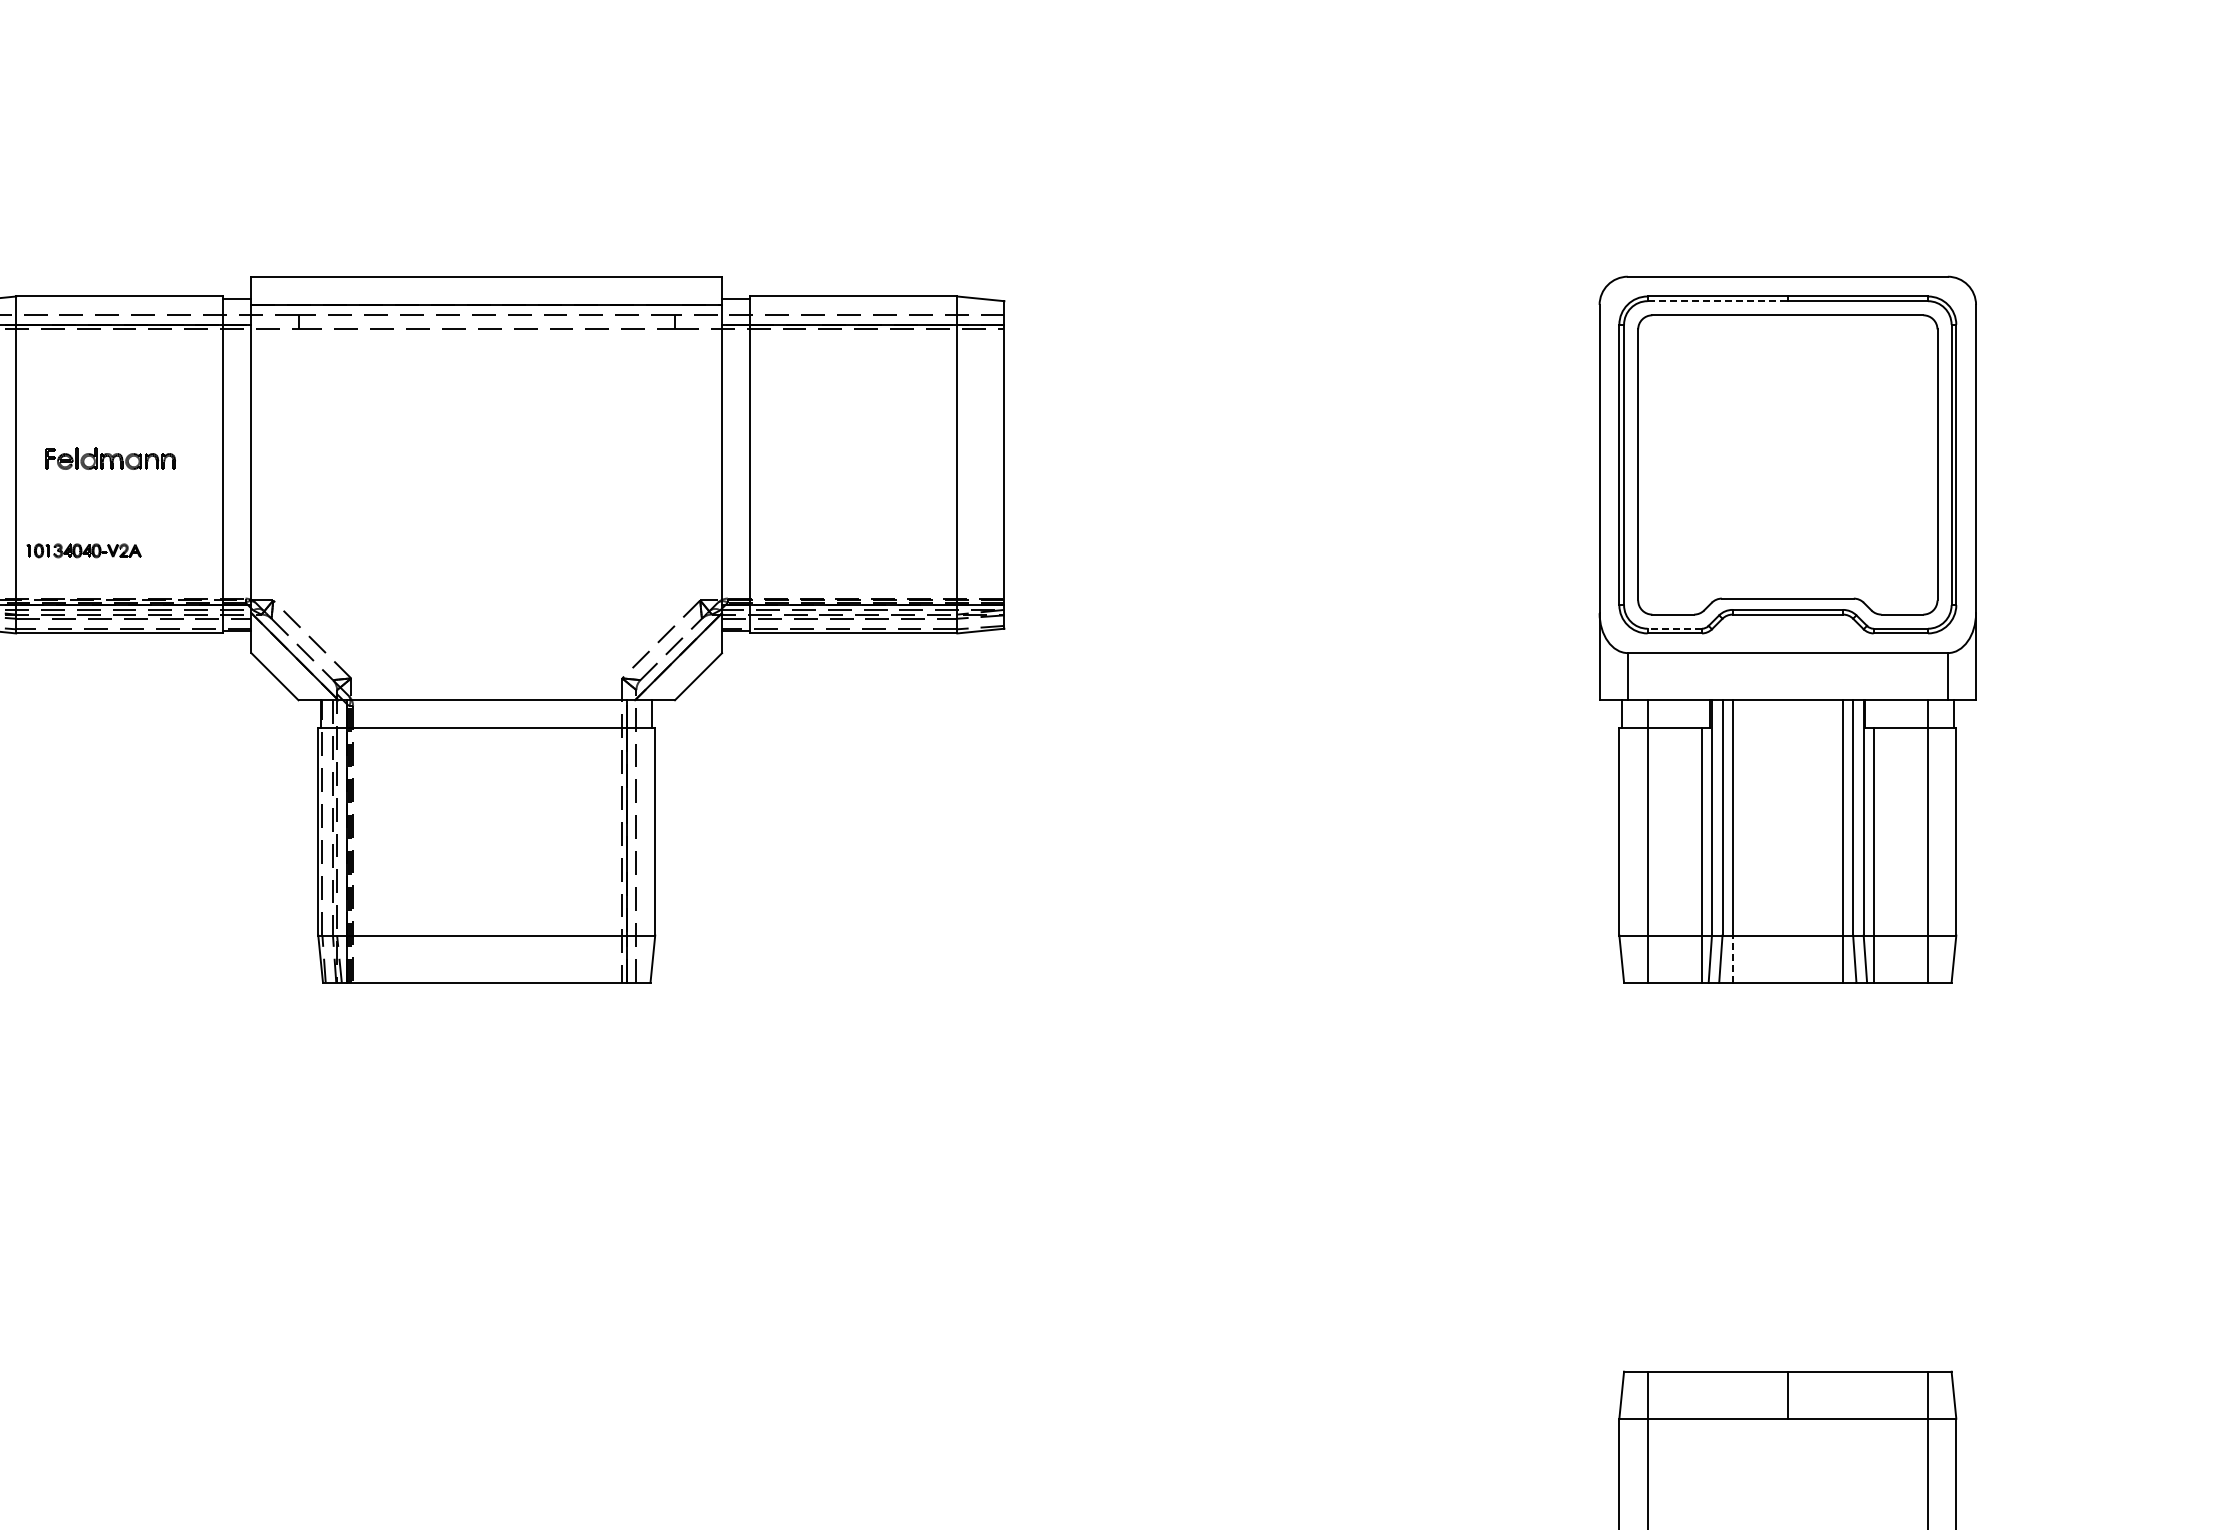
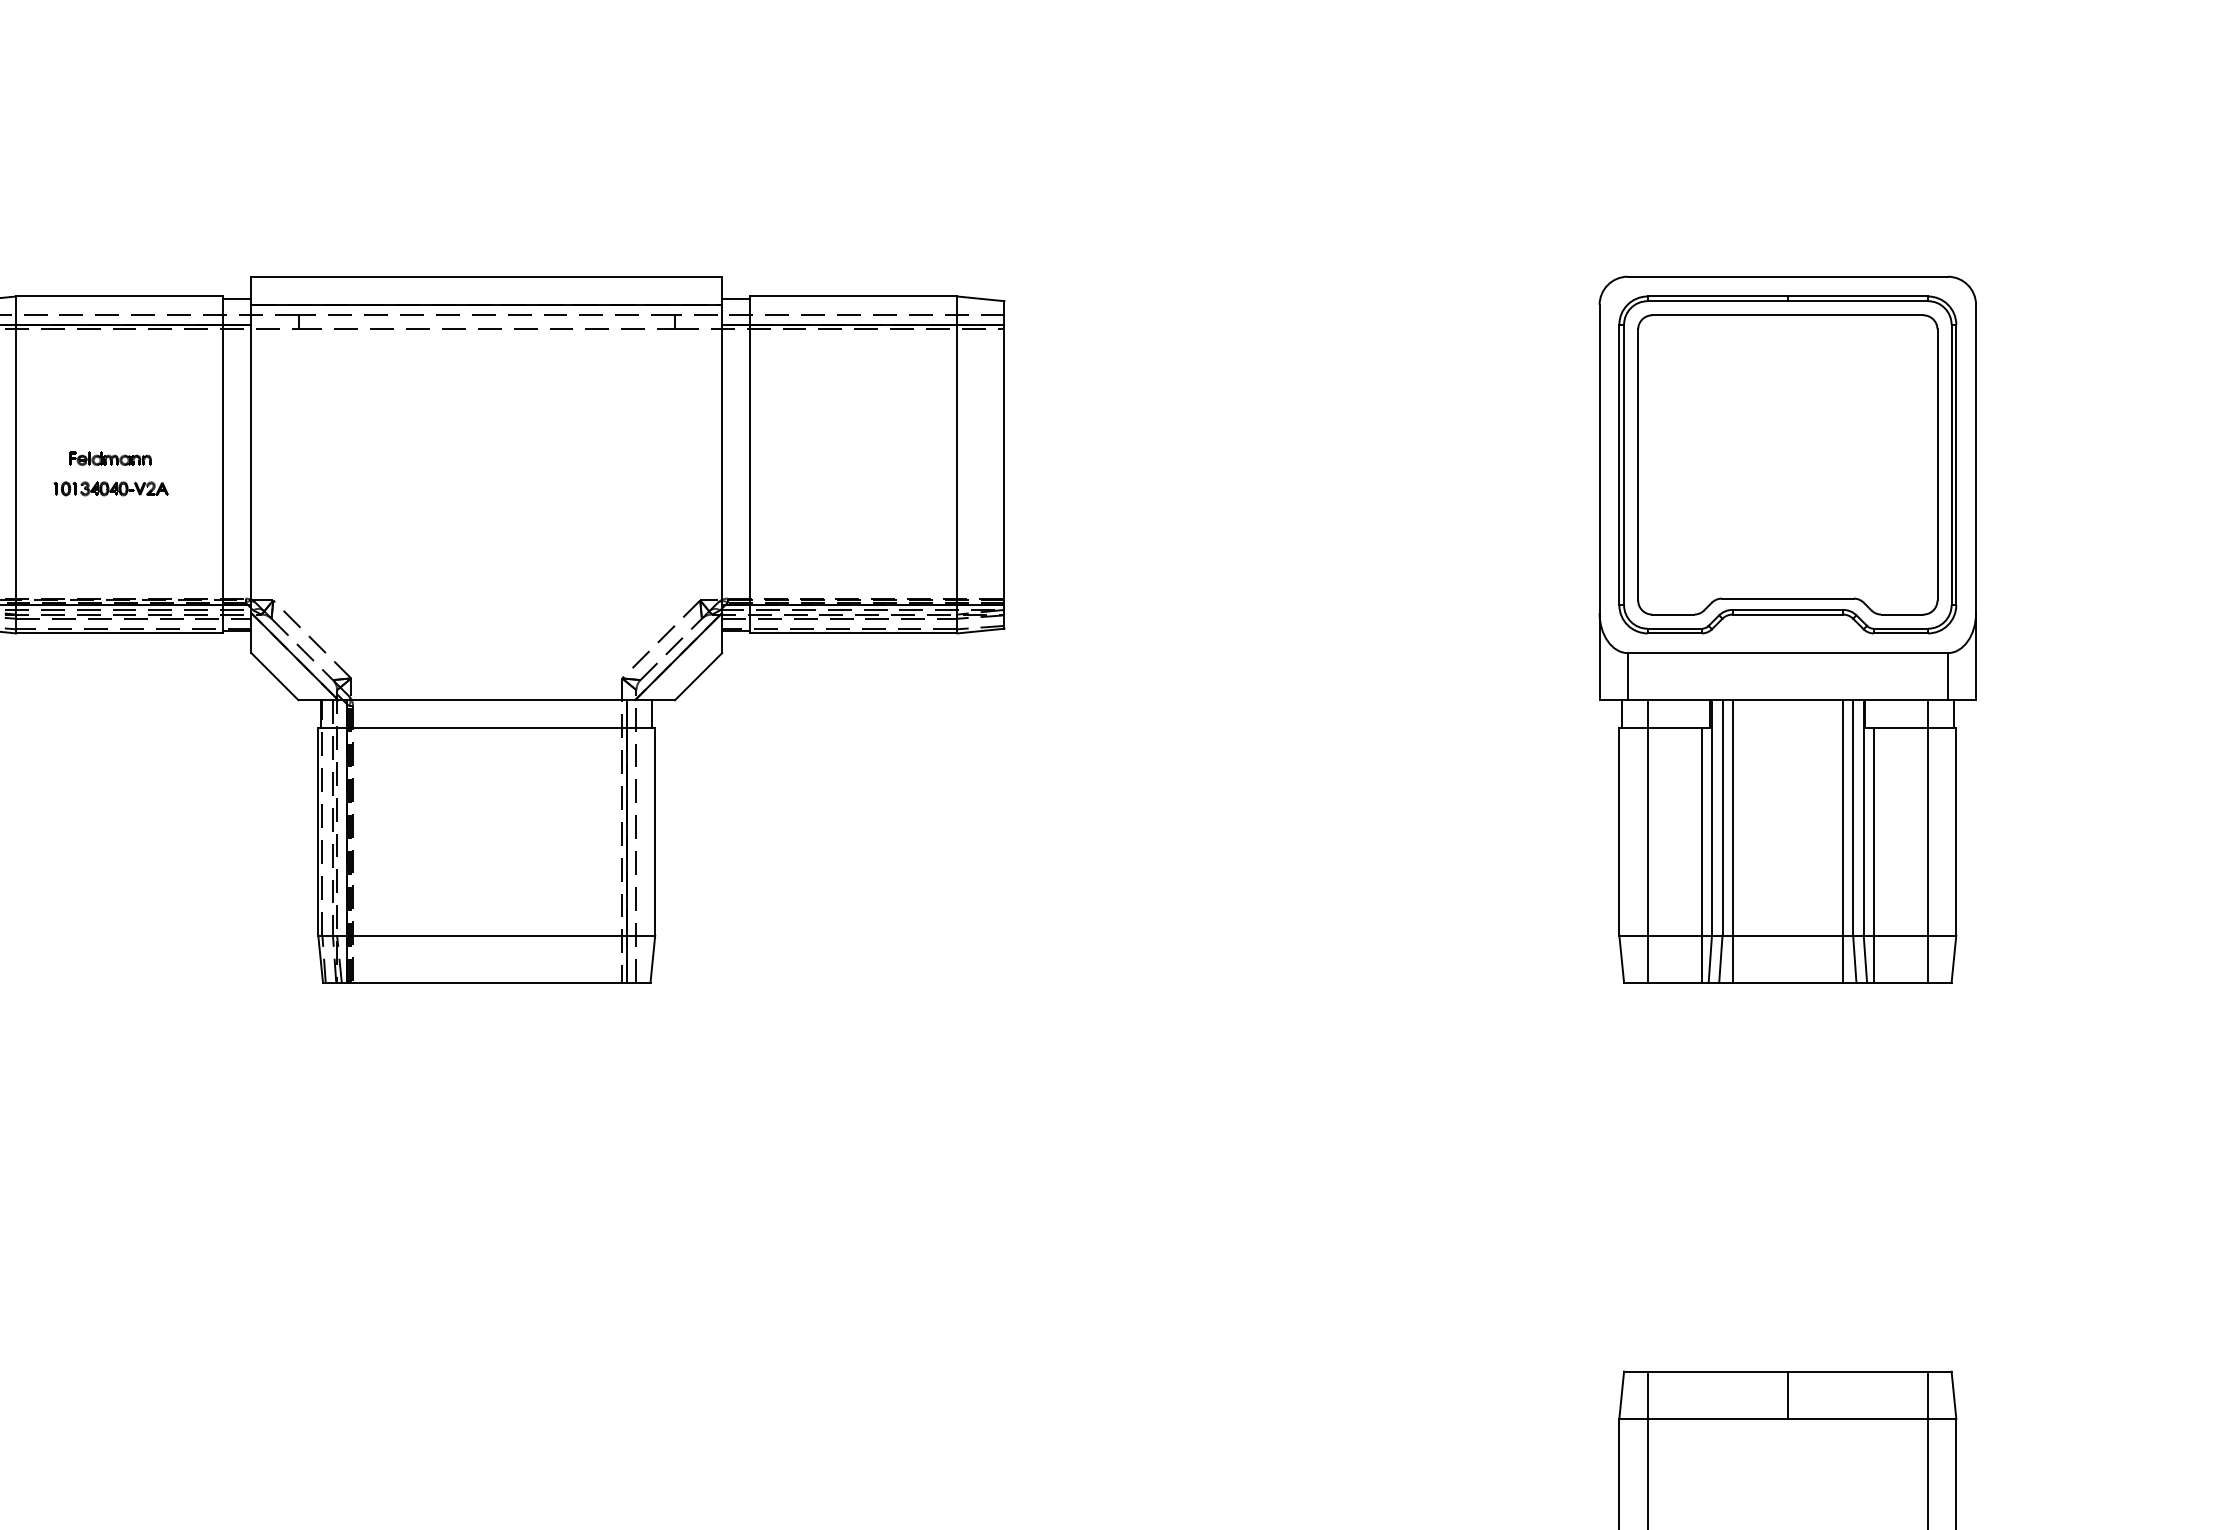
line at (1718, 301): dashed -> solid
part at (110, 458) size: 131x23 px -> 83x15 px
part at (83, 550) position: (83, 550) -> (110, 488)
line at (1674, 628): dashed -> solid
line at (1732, 959): dashed -> solid
